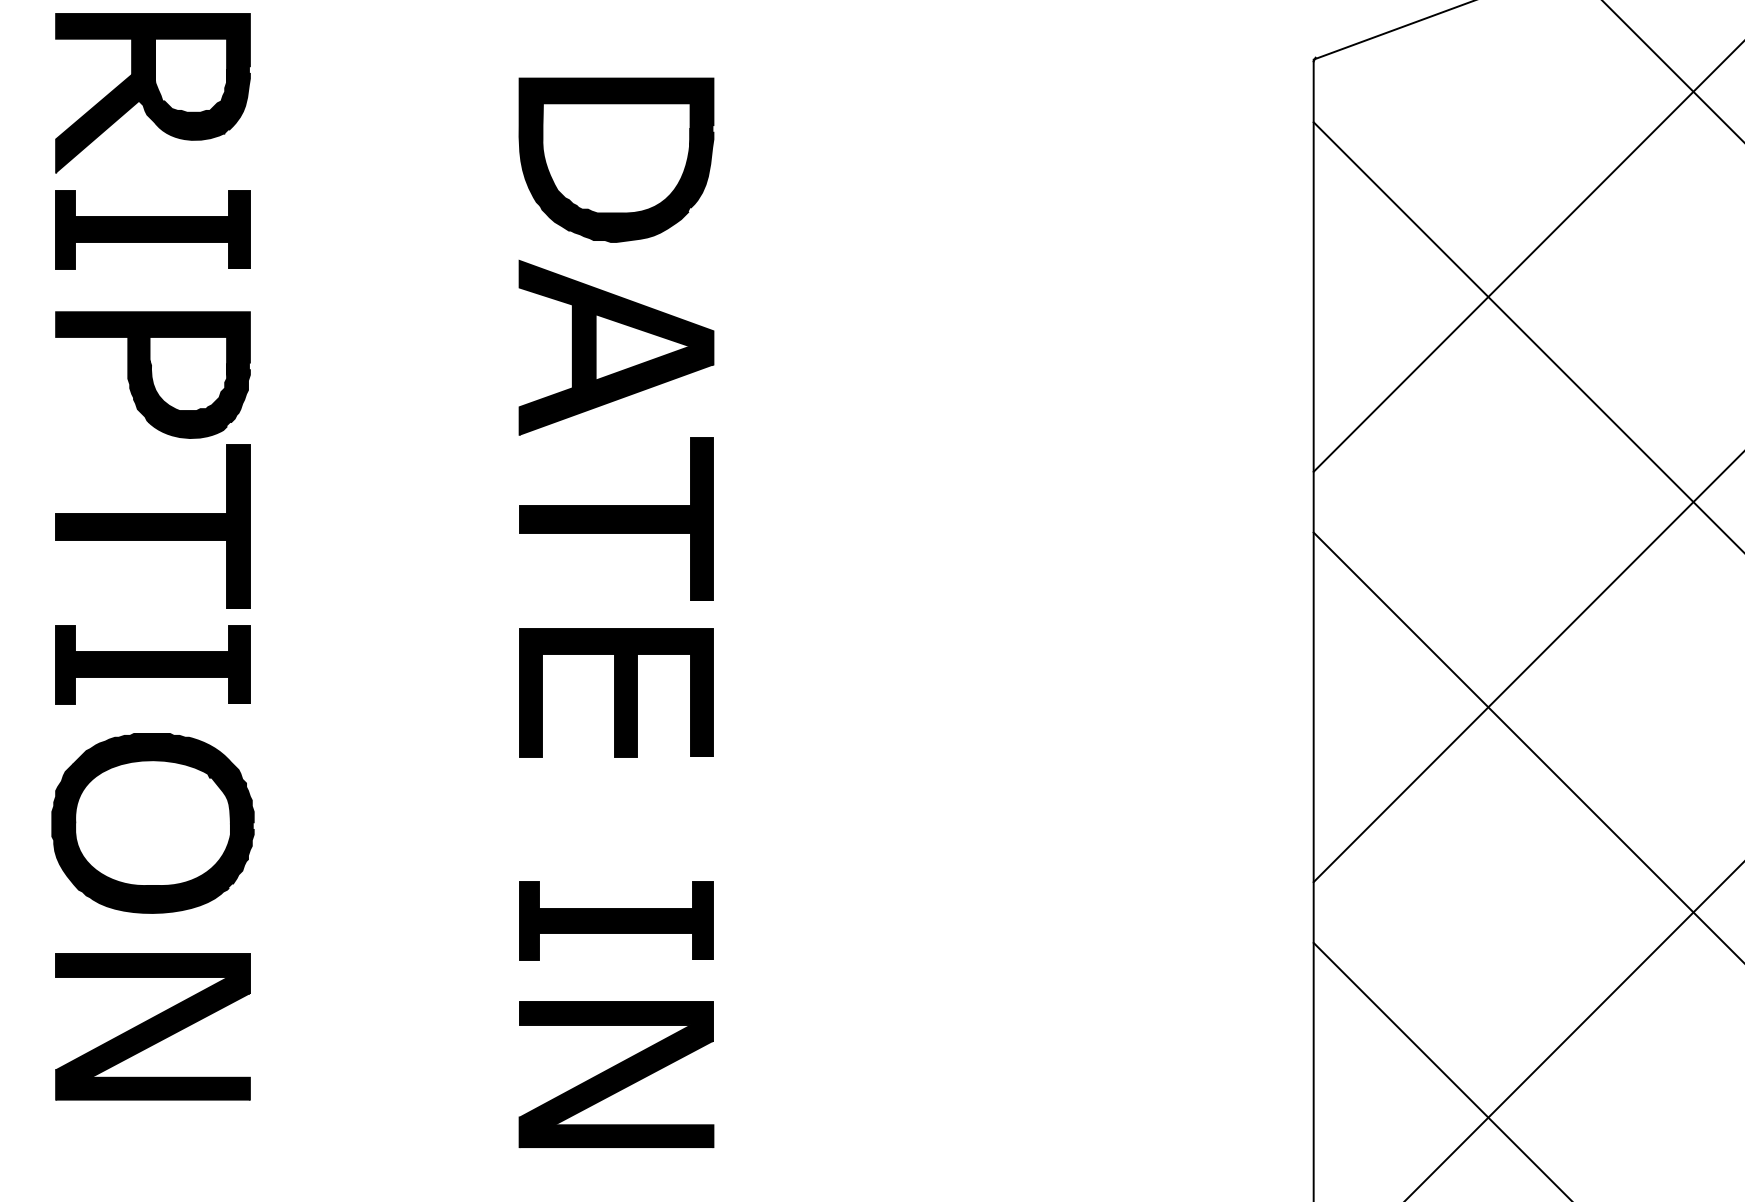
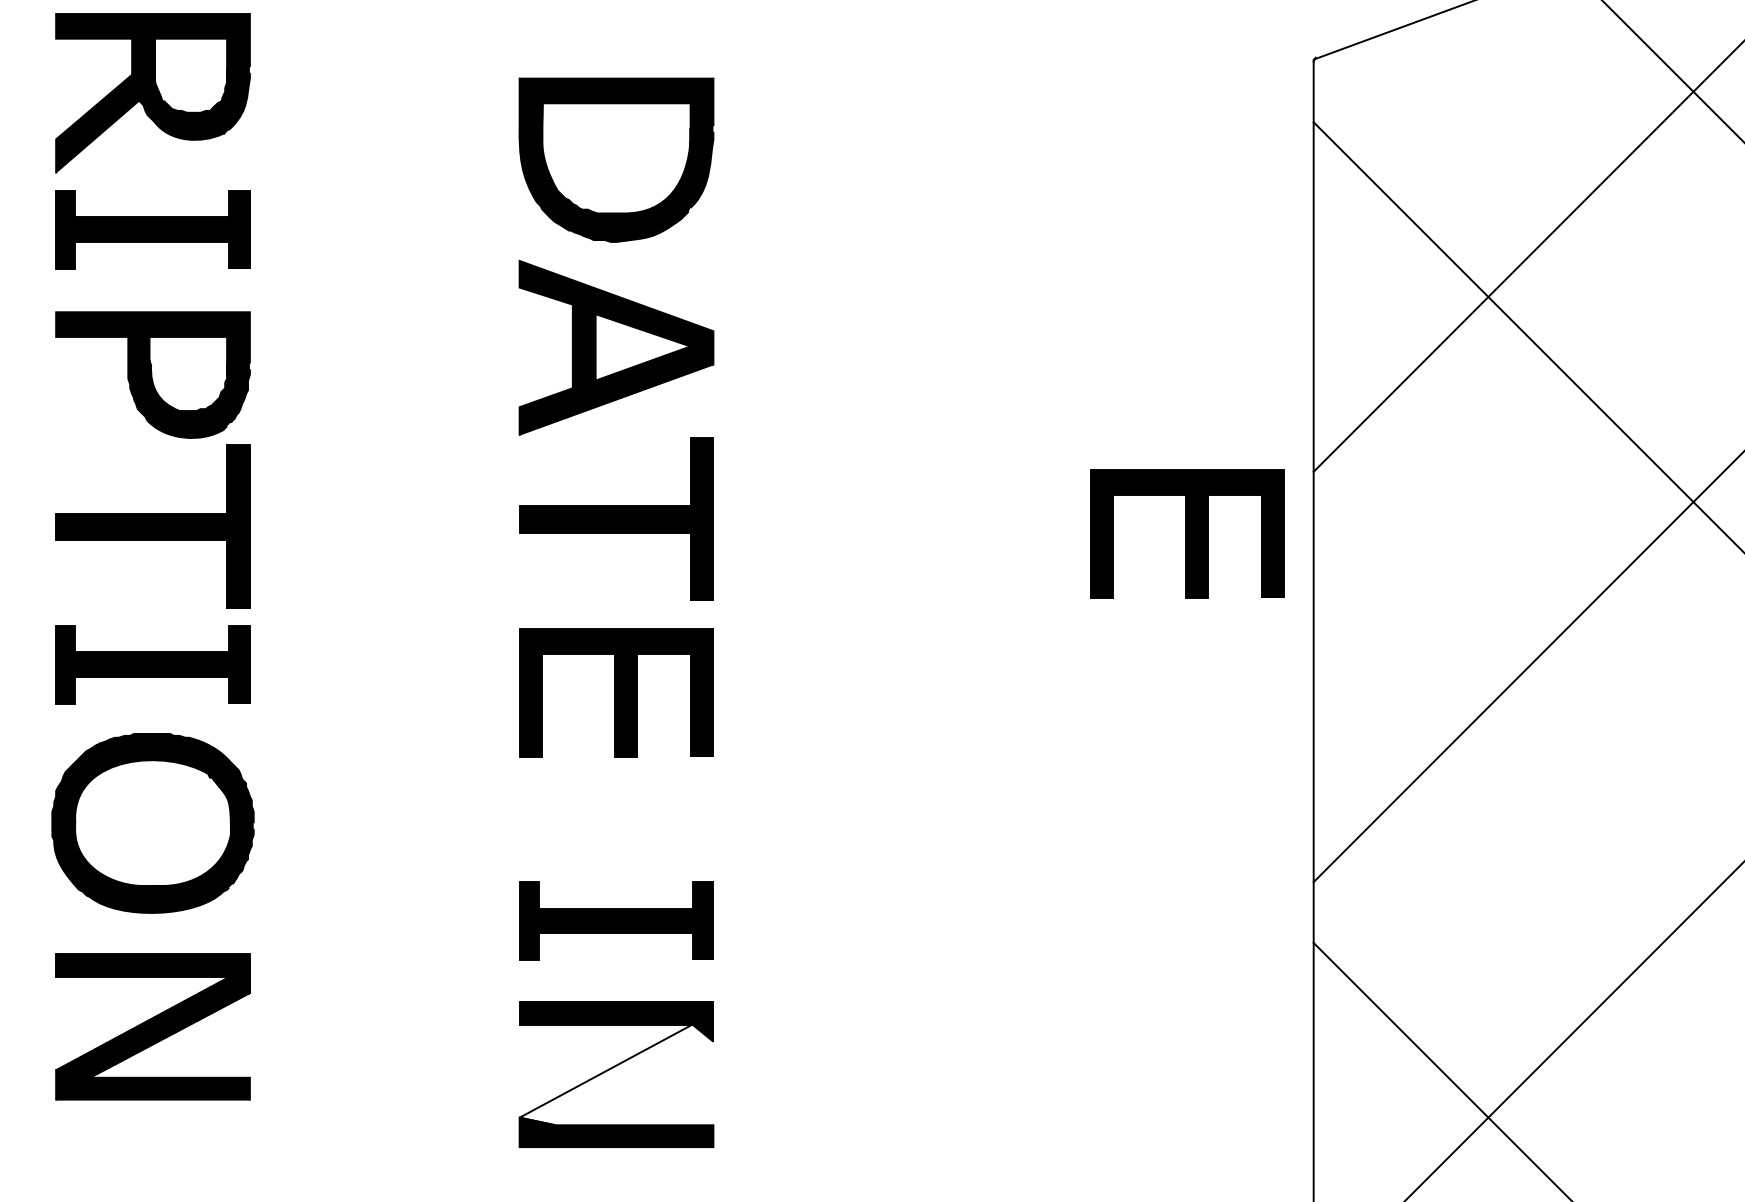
part at (1187, 533): none -> present
line at (1527, 746): present -> none
fill at (616, 1074): present -> none
